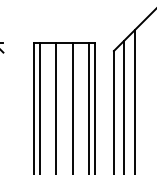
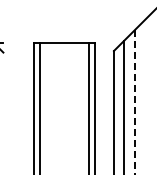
line at (134, 102): solid -> dashed
line at (56, 107): present -> none
line at (72, 107): present -> none
